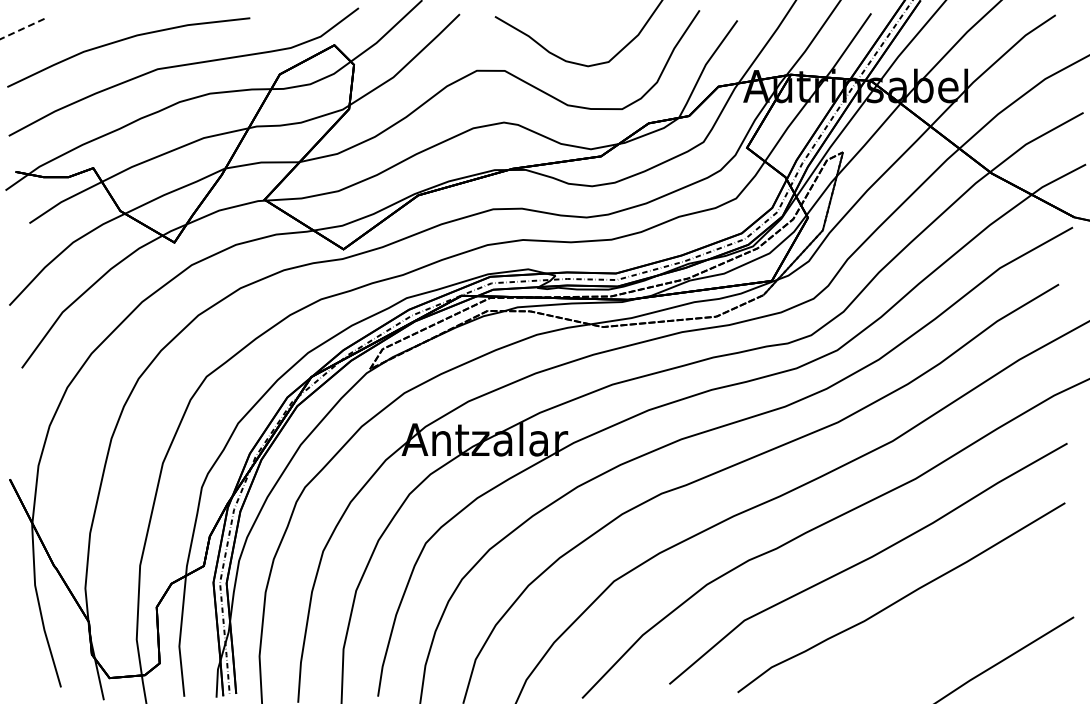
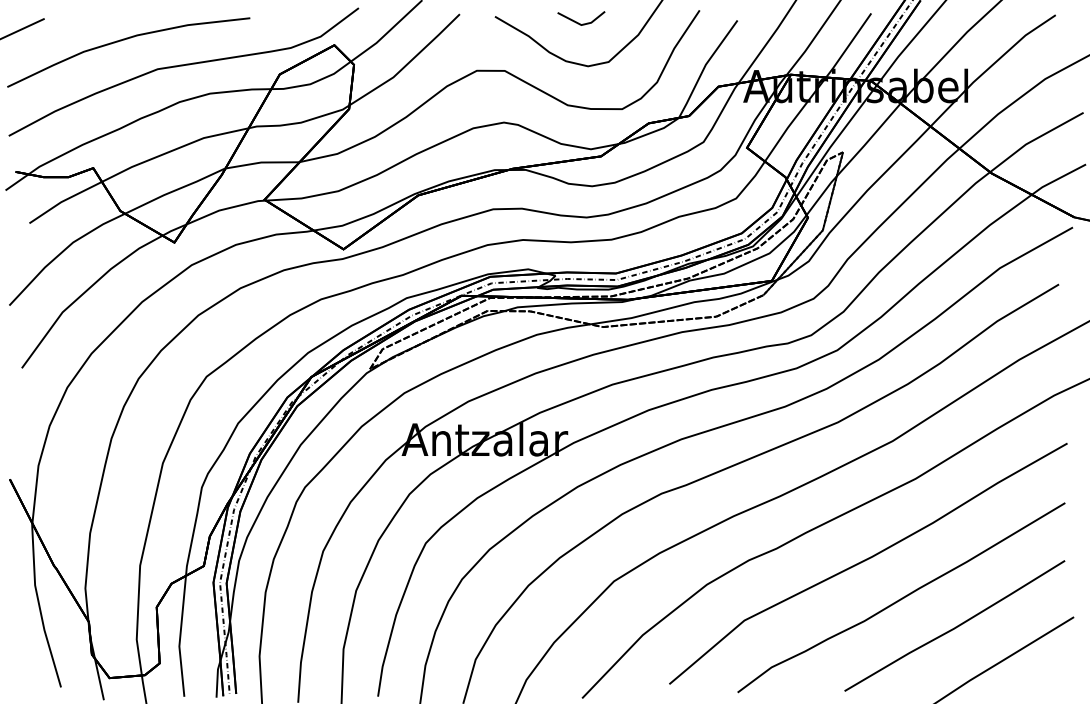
line at (578, 22): none -> present
line at (23, 28): dashed -> solid
line at (955, 626): none -> present
